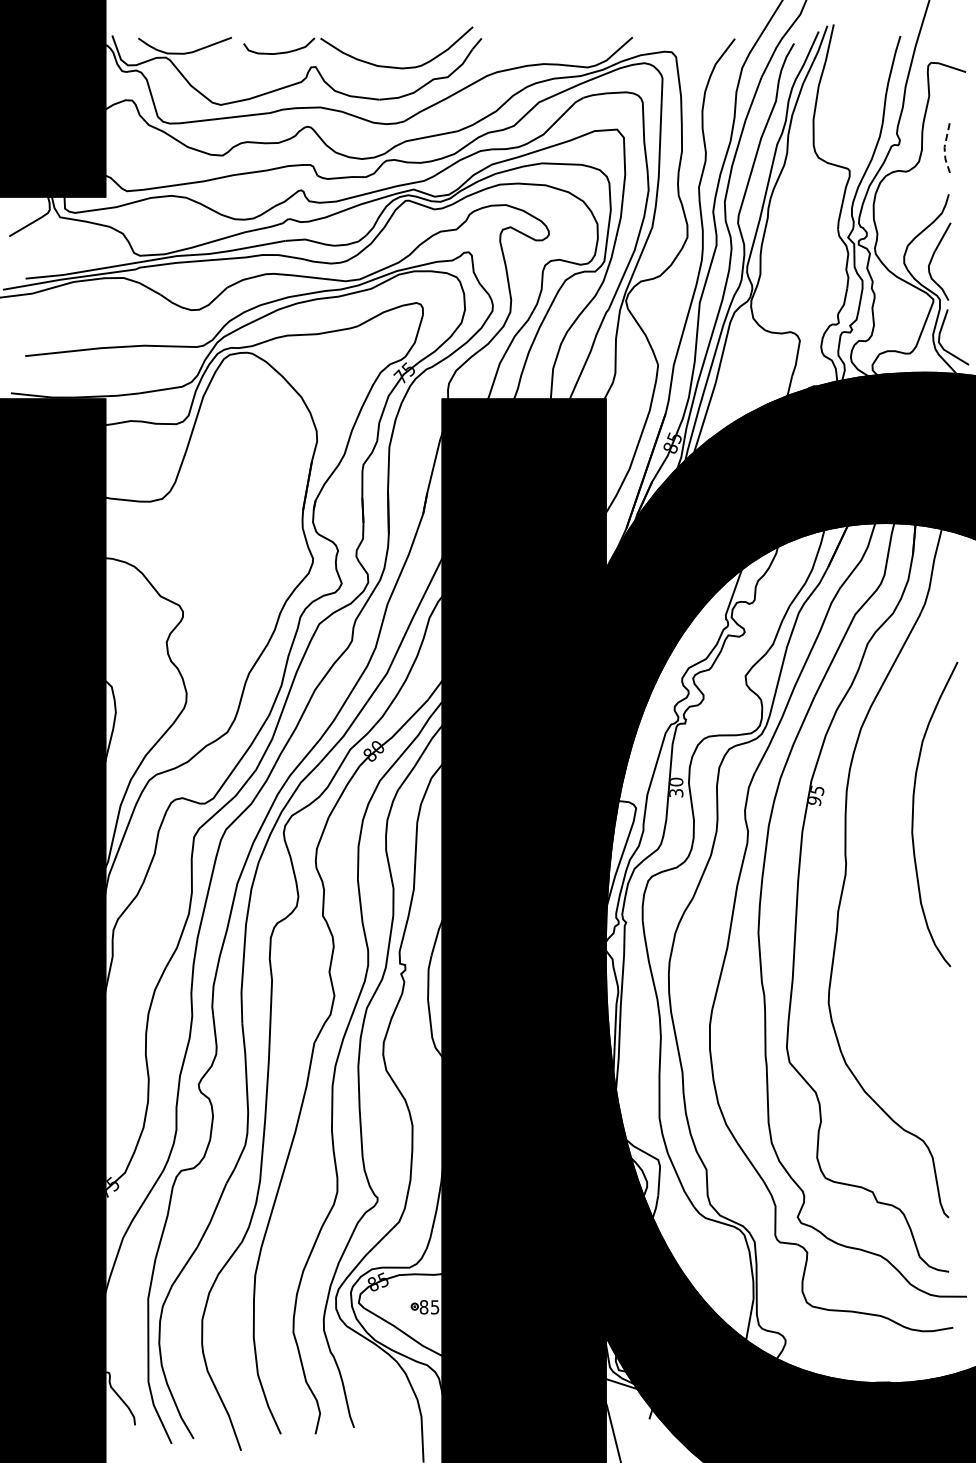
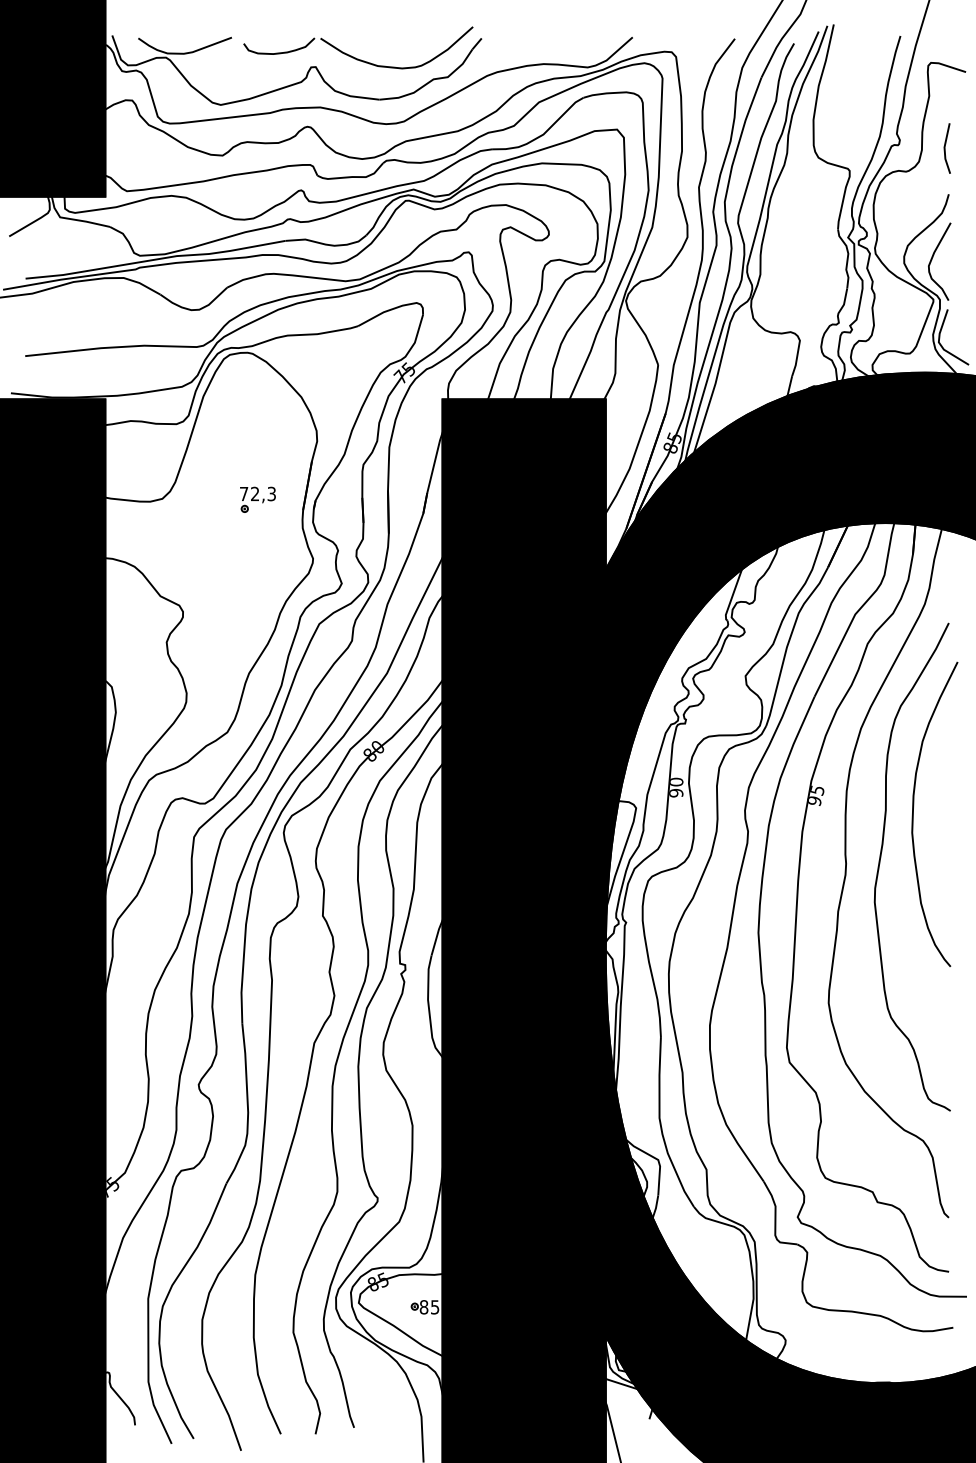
line at (944, 149): dashed -> solid
part at (257, 499): none -> present
text at (676, 793): 30 -> 90
curve at (880, 863): none -> present
